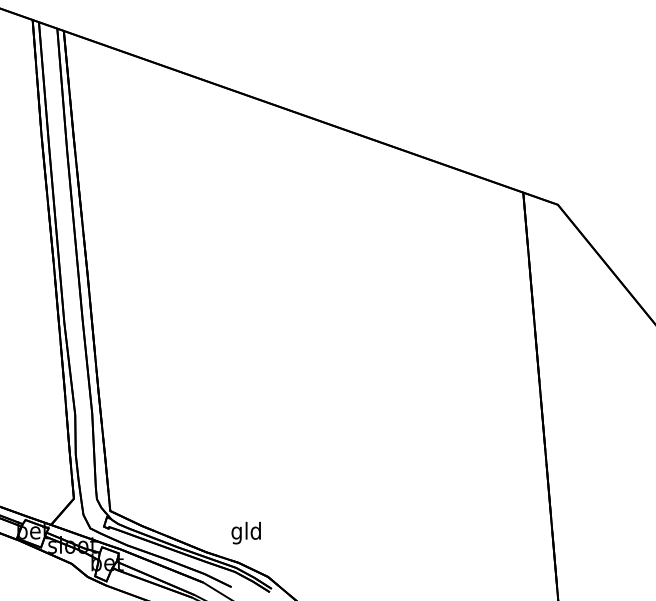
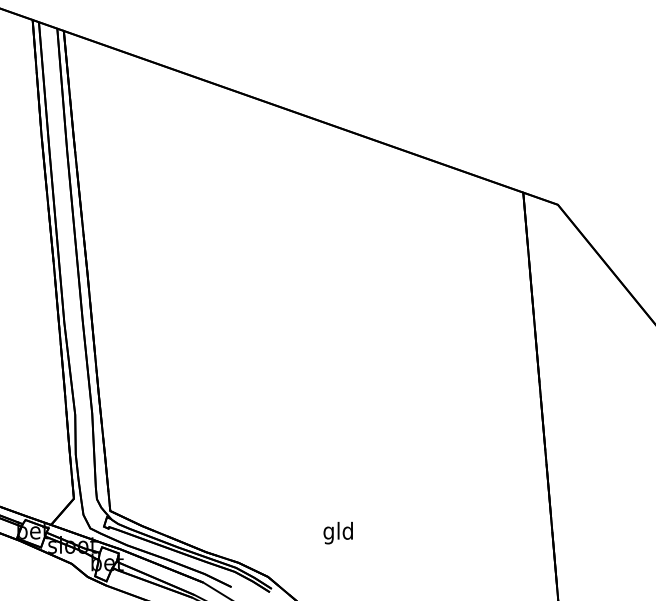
text at (245, 533) position: (245, 533) -> (337, 533)
